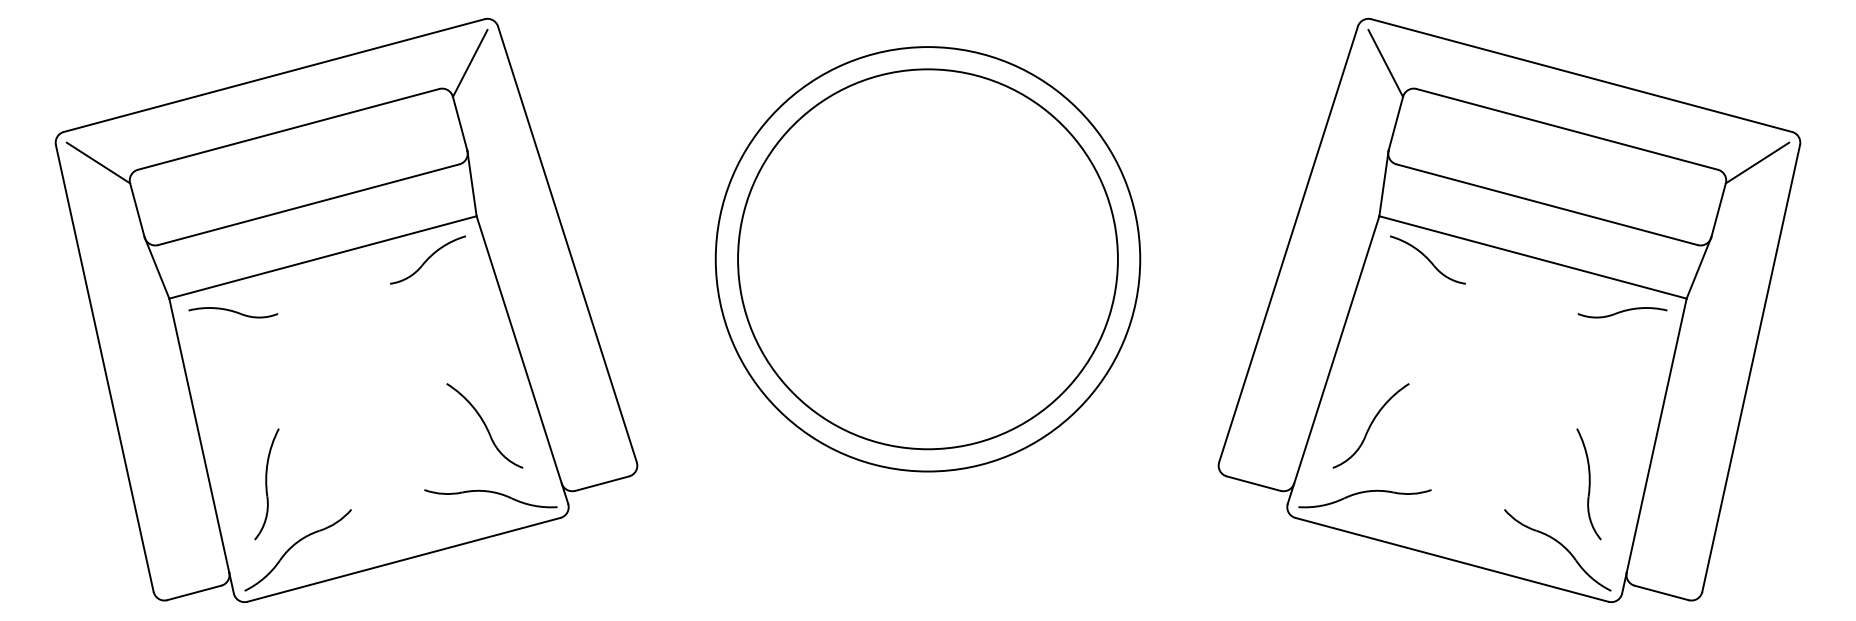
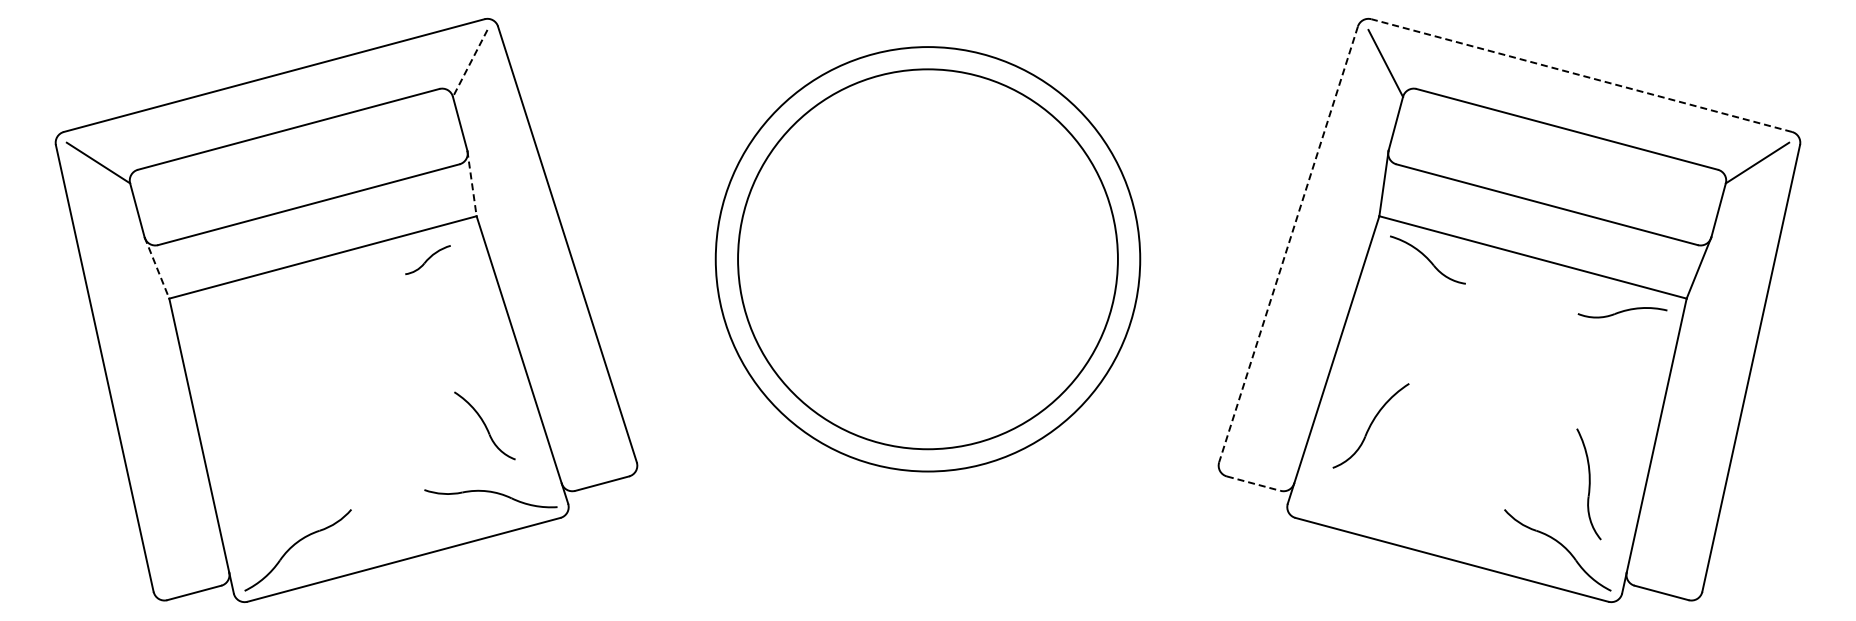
line at (470, 63): solid -> dashed
line at (1581, 75): solid -> dashed
line at (472, 183): solid -> dashed
line at (1288, 244): solid -> dashed
part at (427, 259) size: 76x50 px -> 46x30 px
line at (157, 268): solid -> dashed
part at (233, 312): present -> none
part at (484, 425) size: 78x86 px -> 62x70 px
line at (1253, 483): solid -> dashed
part at (266, 484): present -> none
part at (1364, 498): present -> none
